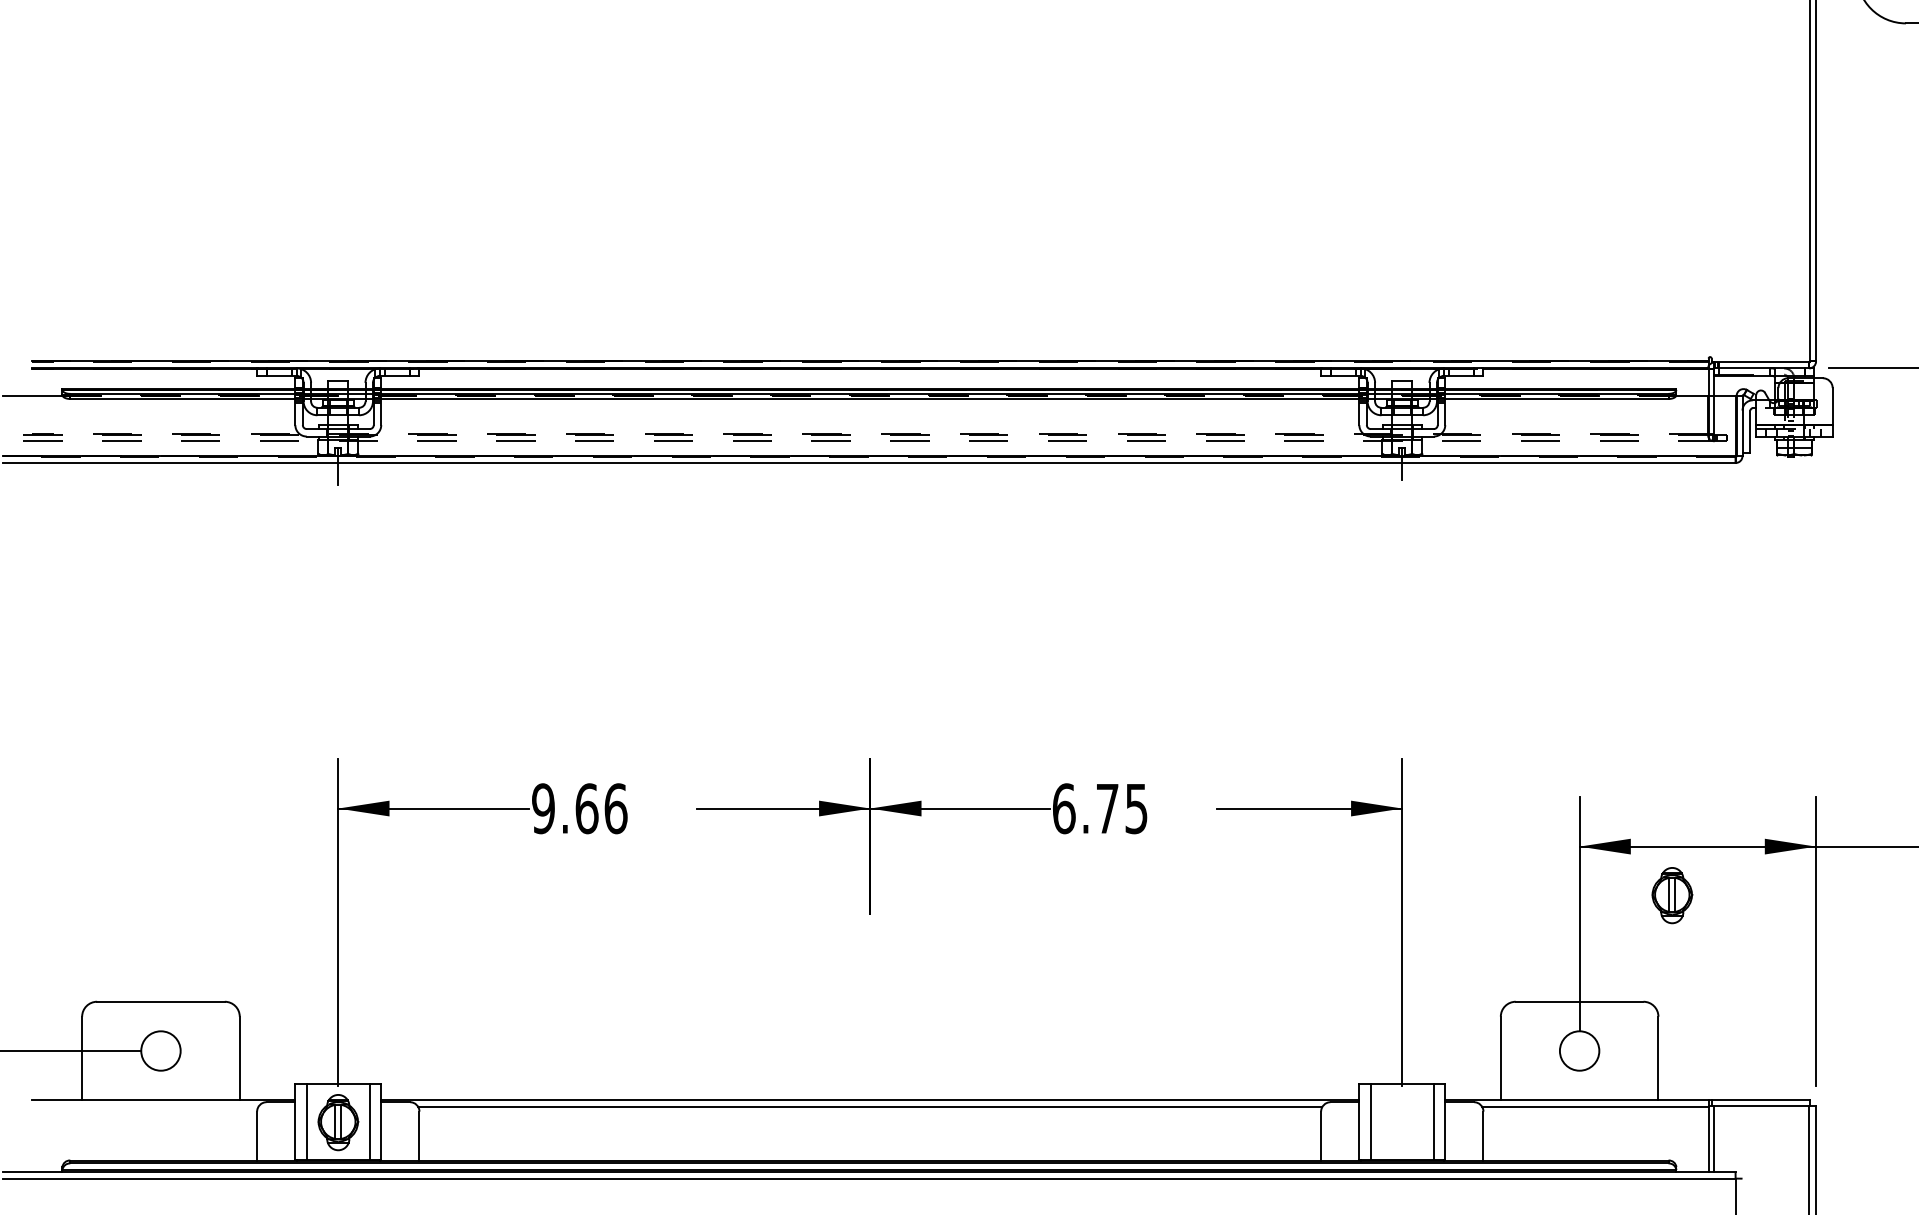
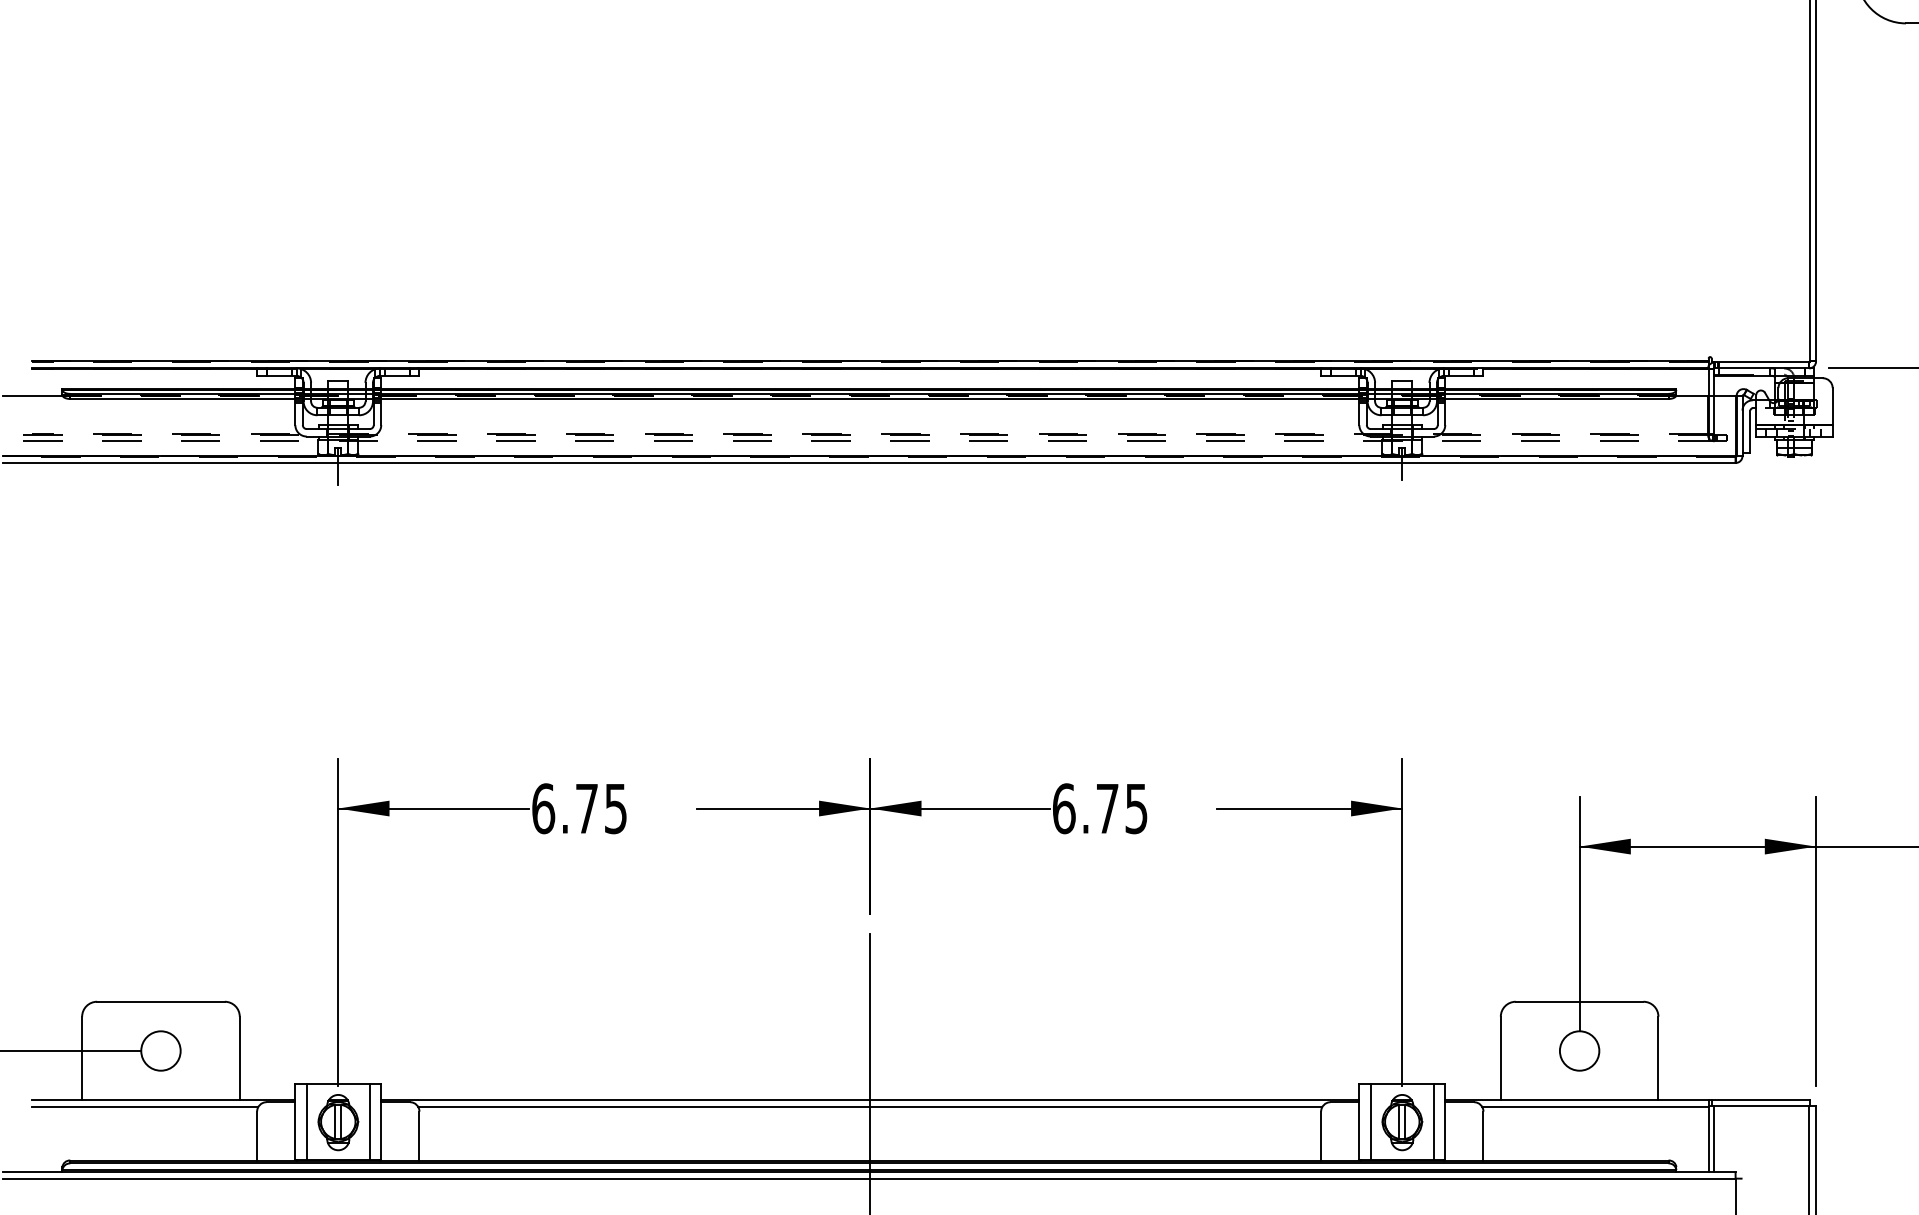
text at (579, 808): 9.66 -> 6.75
part at (1672, 895) position: (1672, 895) -> (1402, 1122)
line at (870, 1072): none -> present
line at (144, 1107): none -> present
